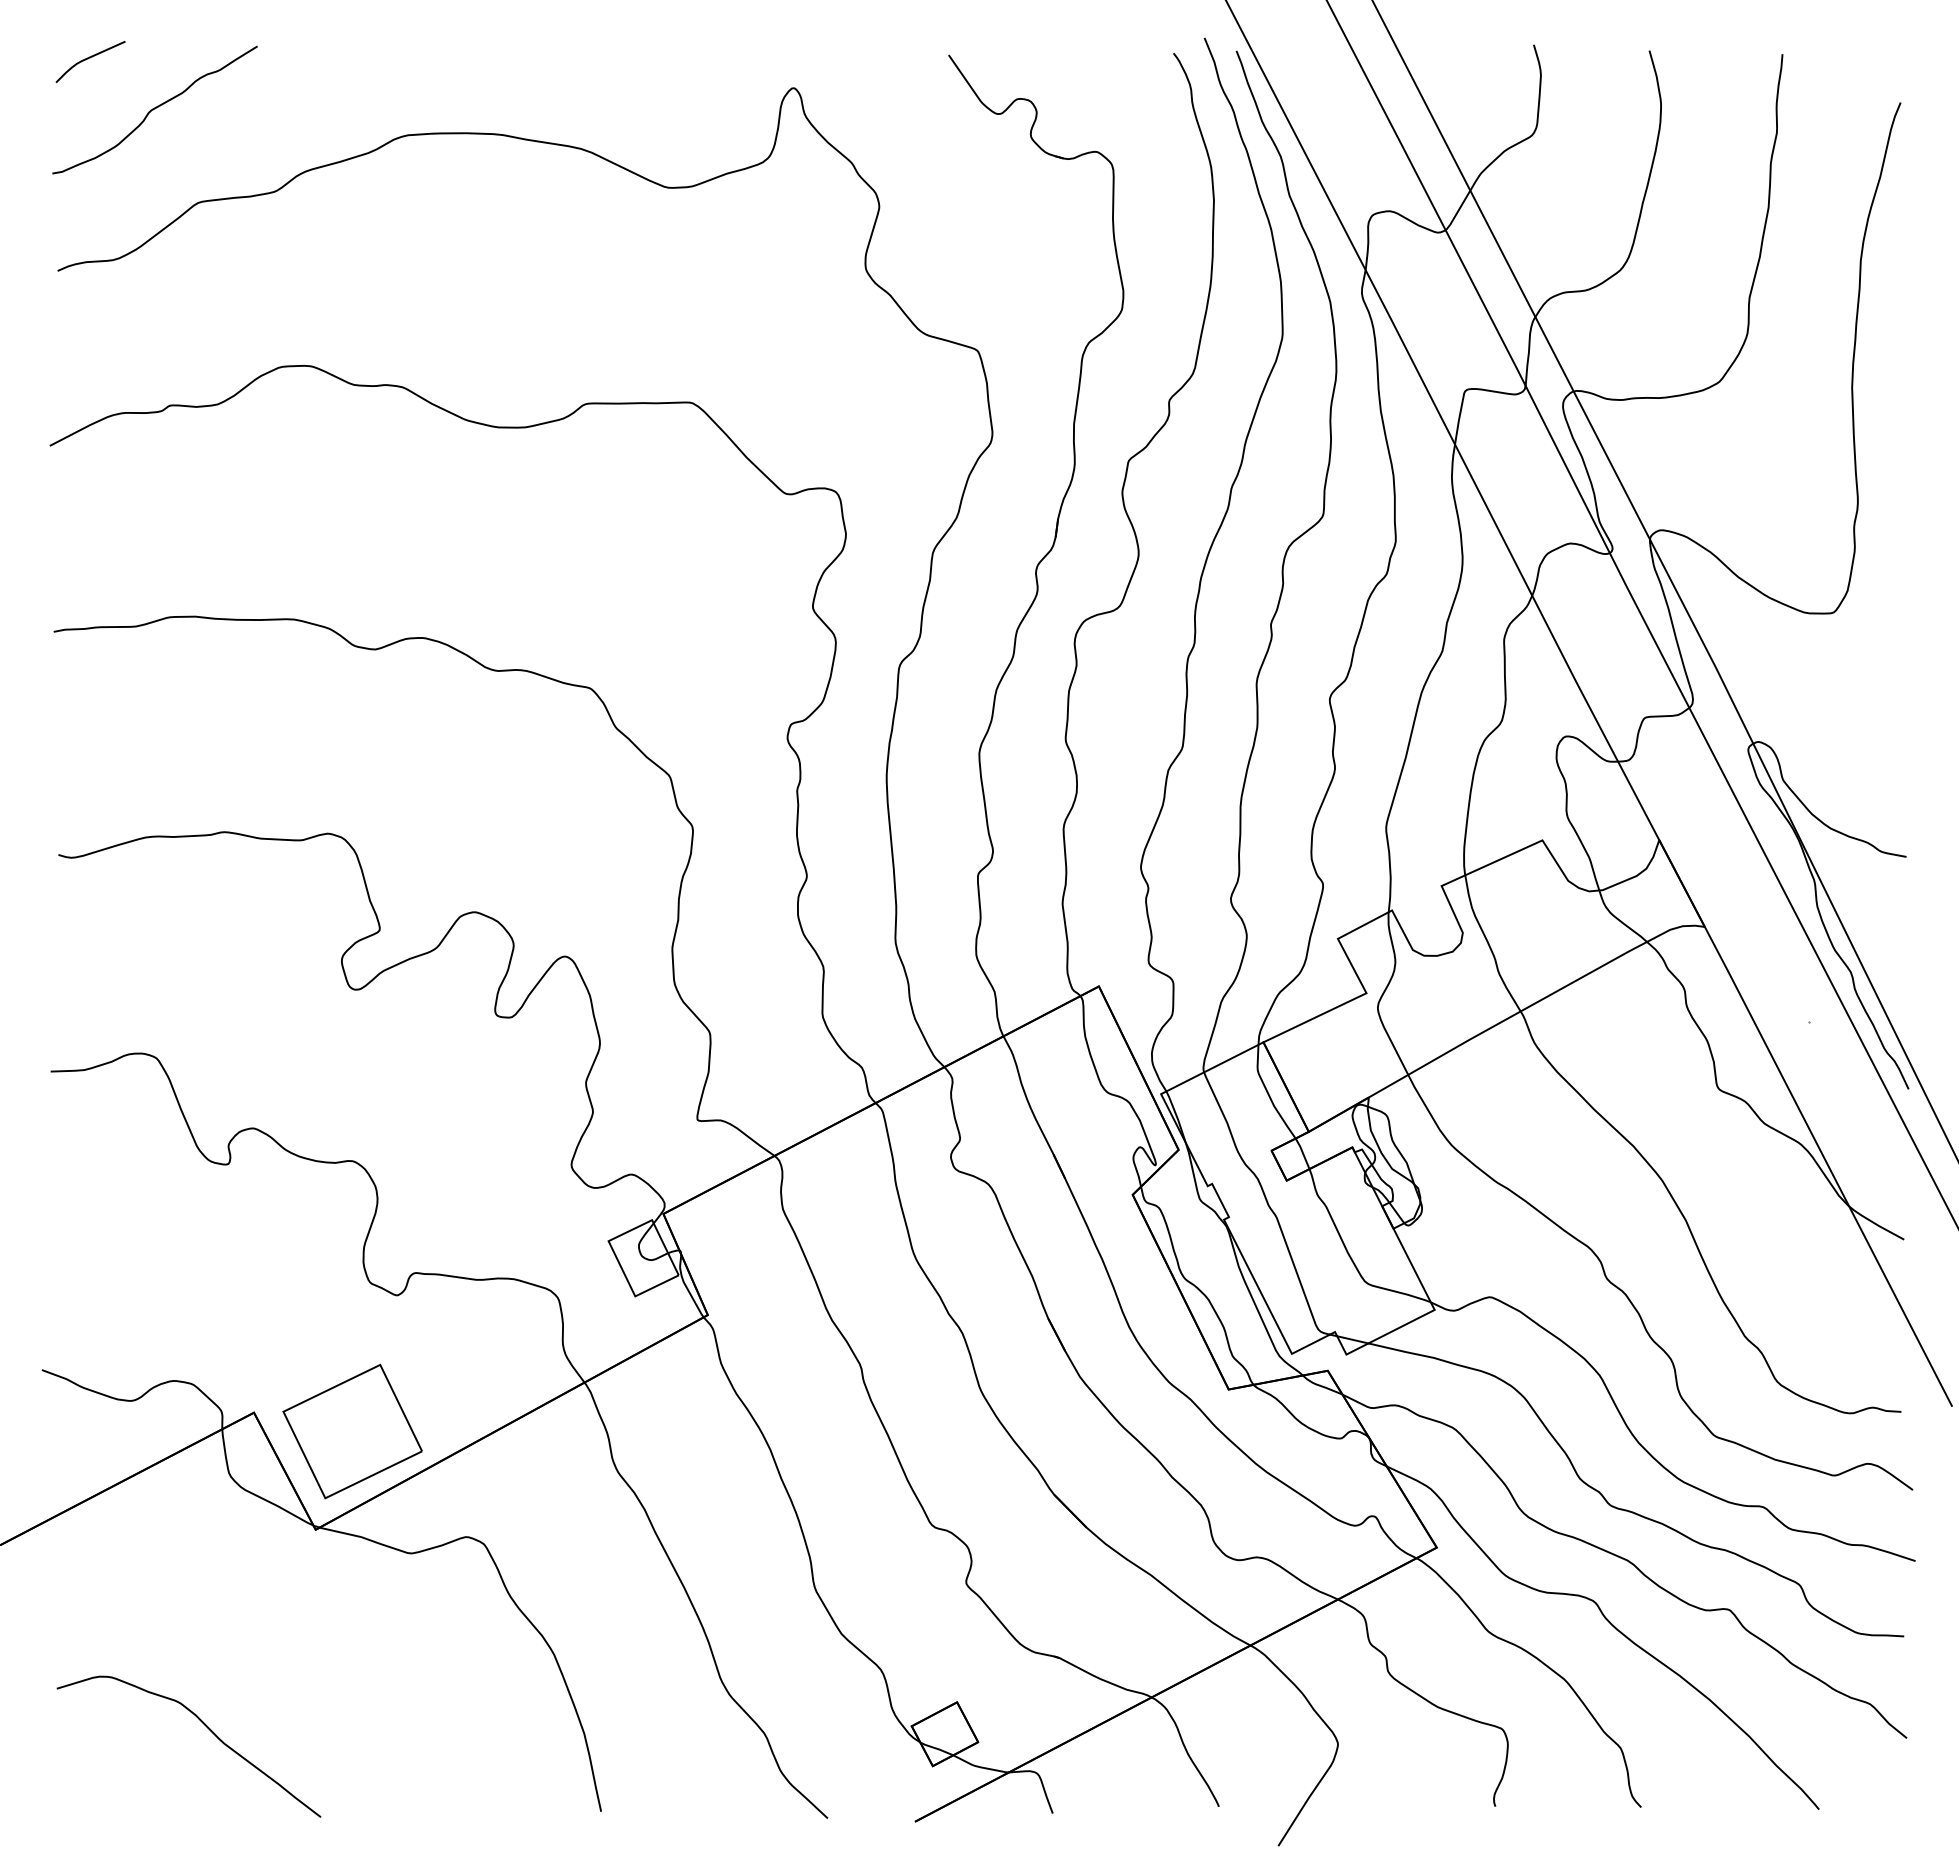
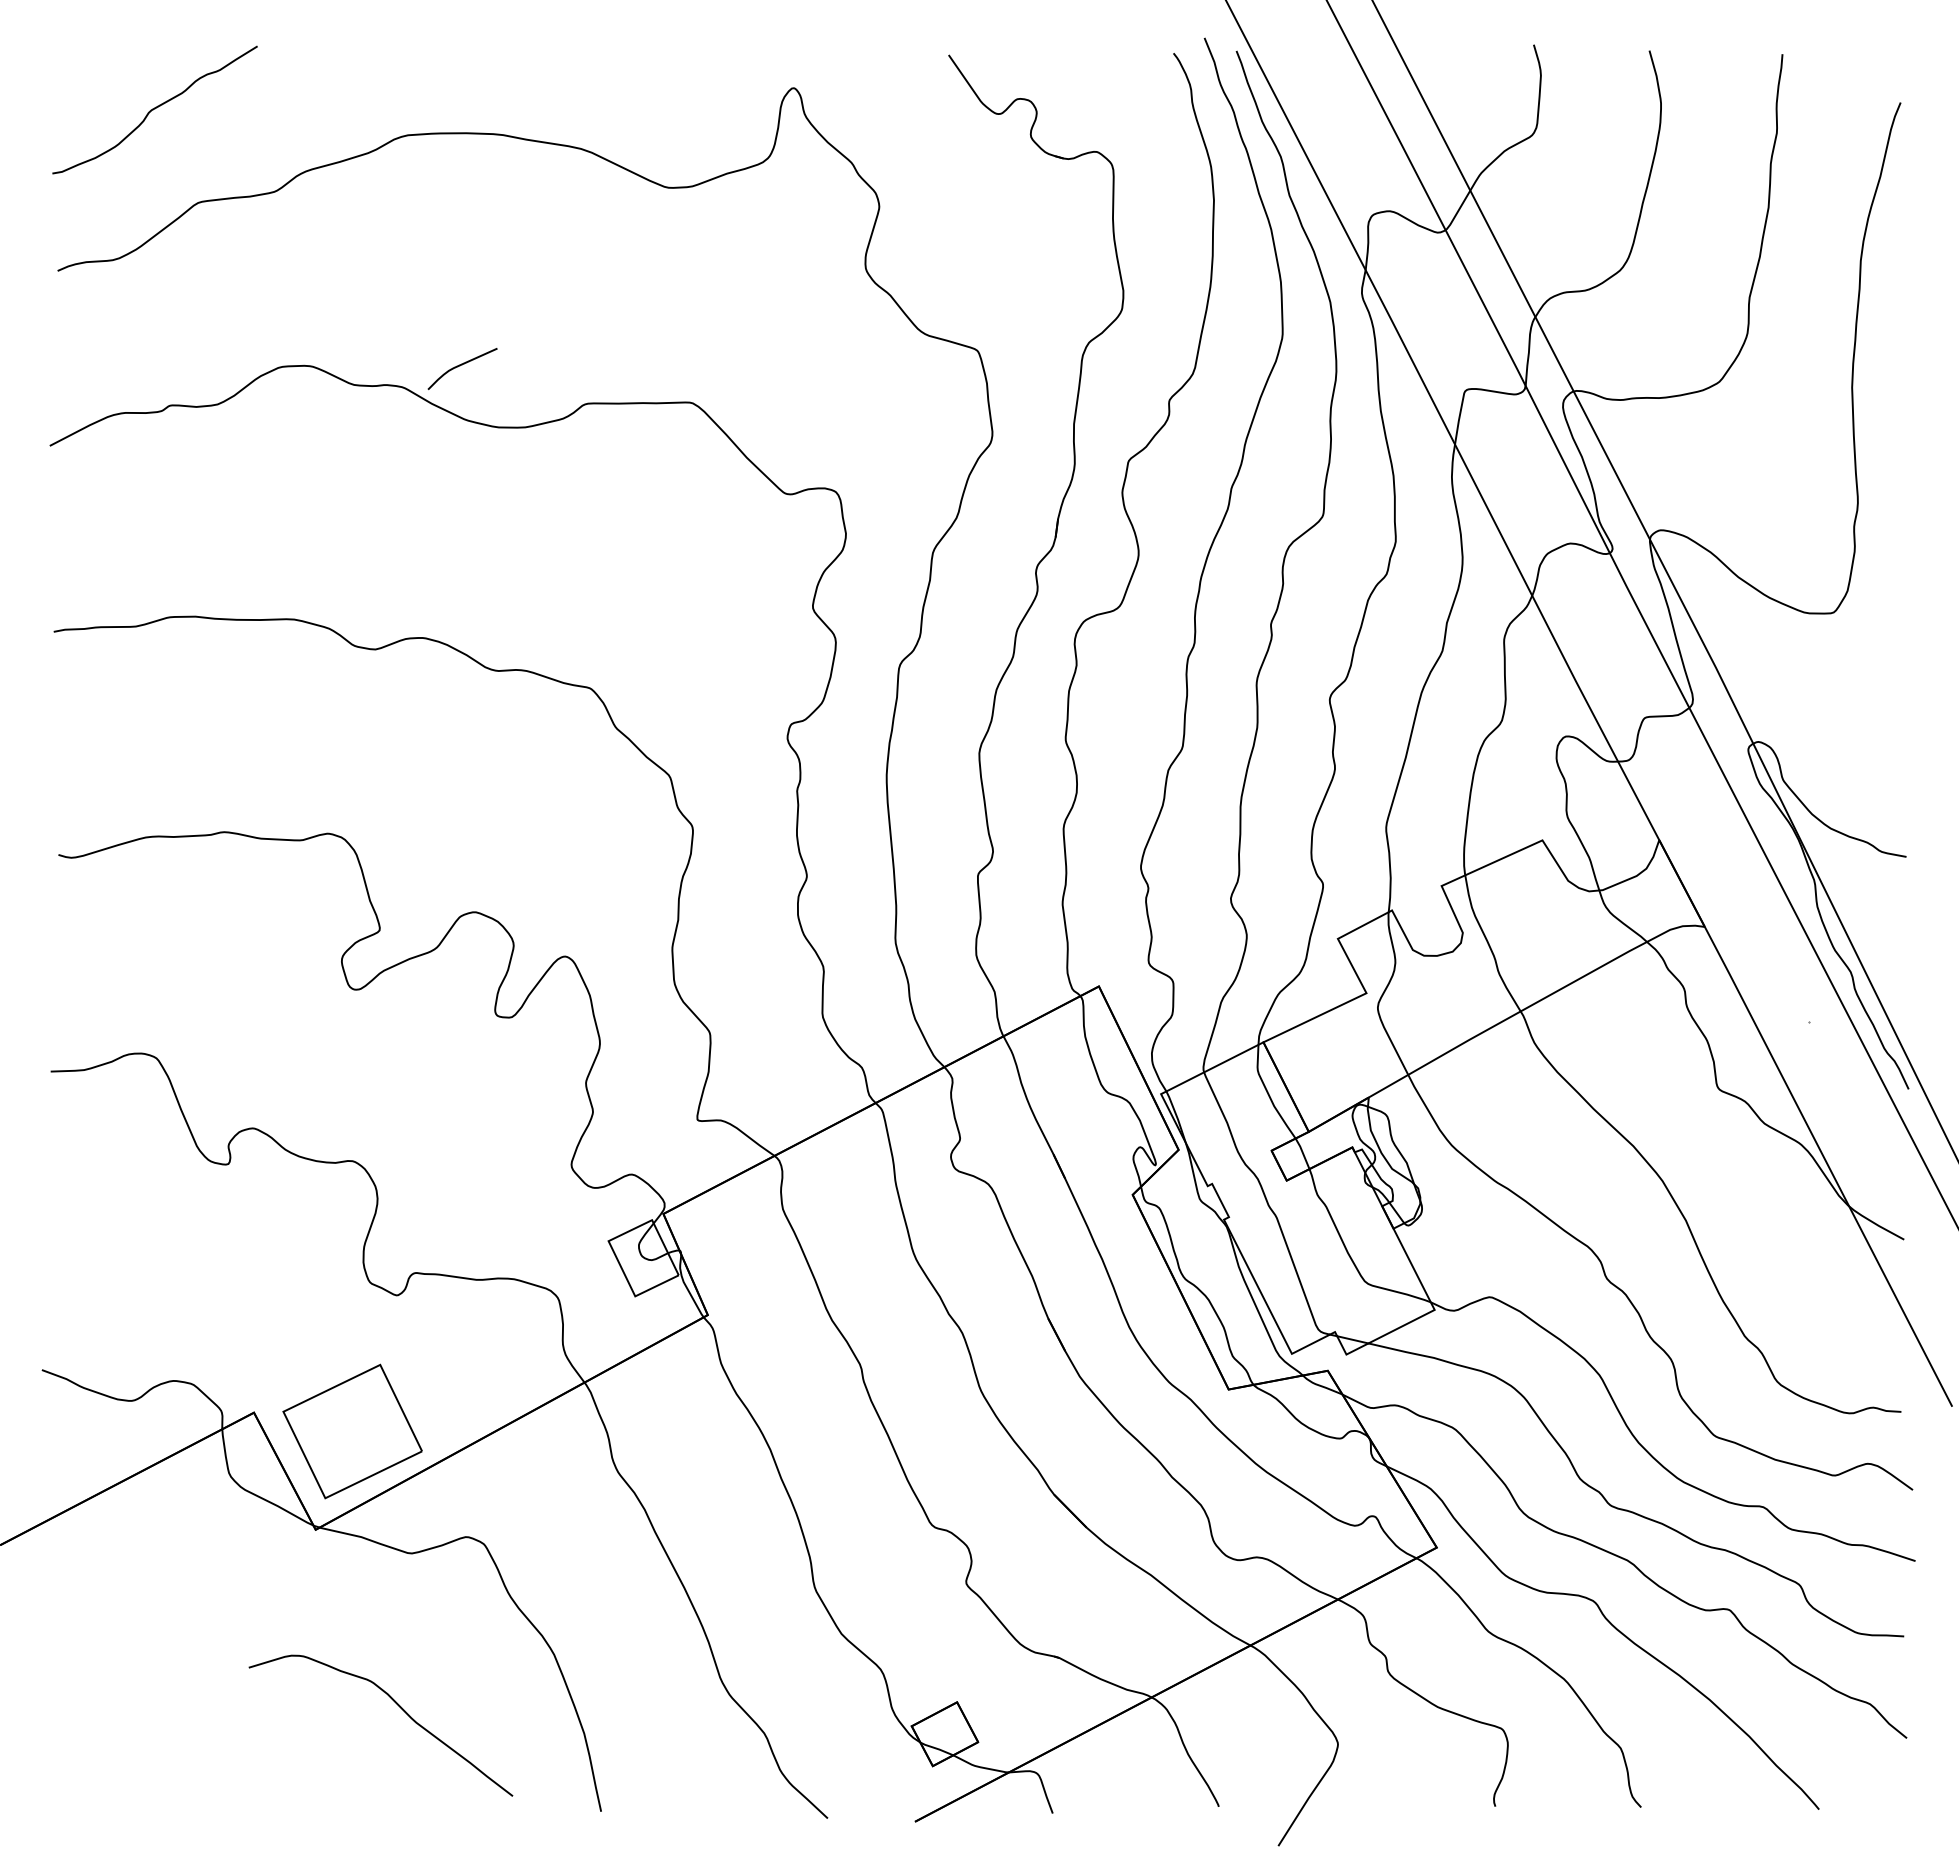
curve at (88, 59) position: (88, 59) -> (460, 366)
curve at (206, 1727) position: (206, 1727) -> (398, 1706)
